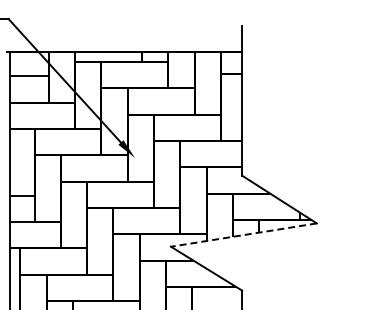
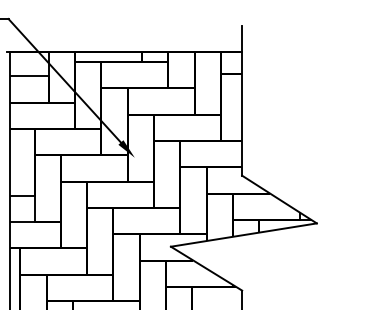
line at (243, 235): dashed -> solid
